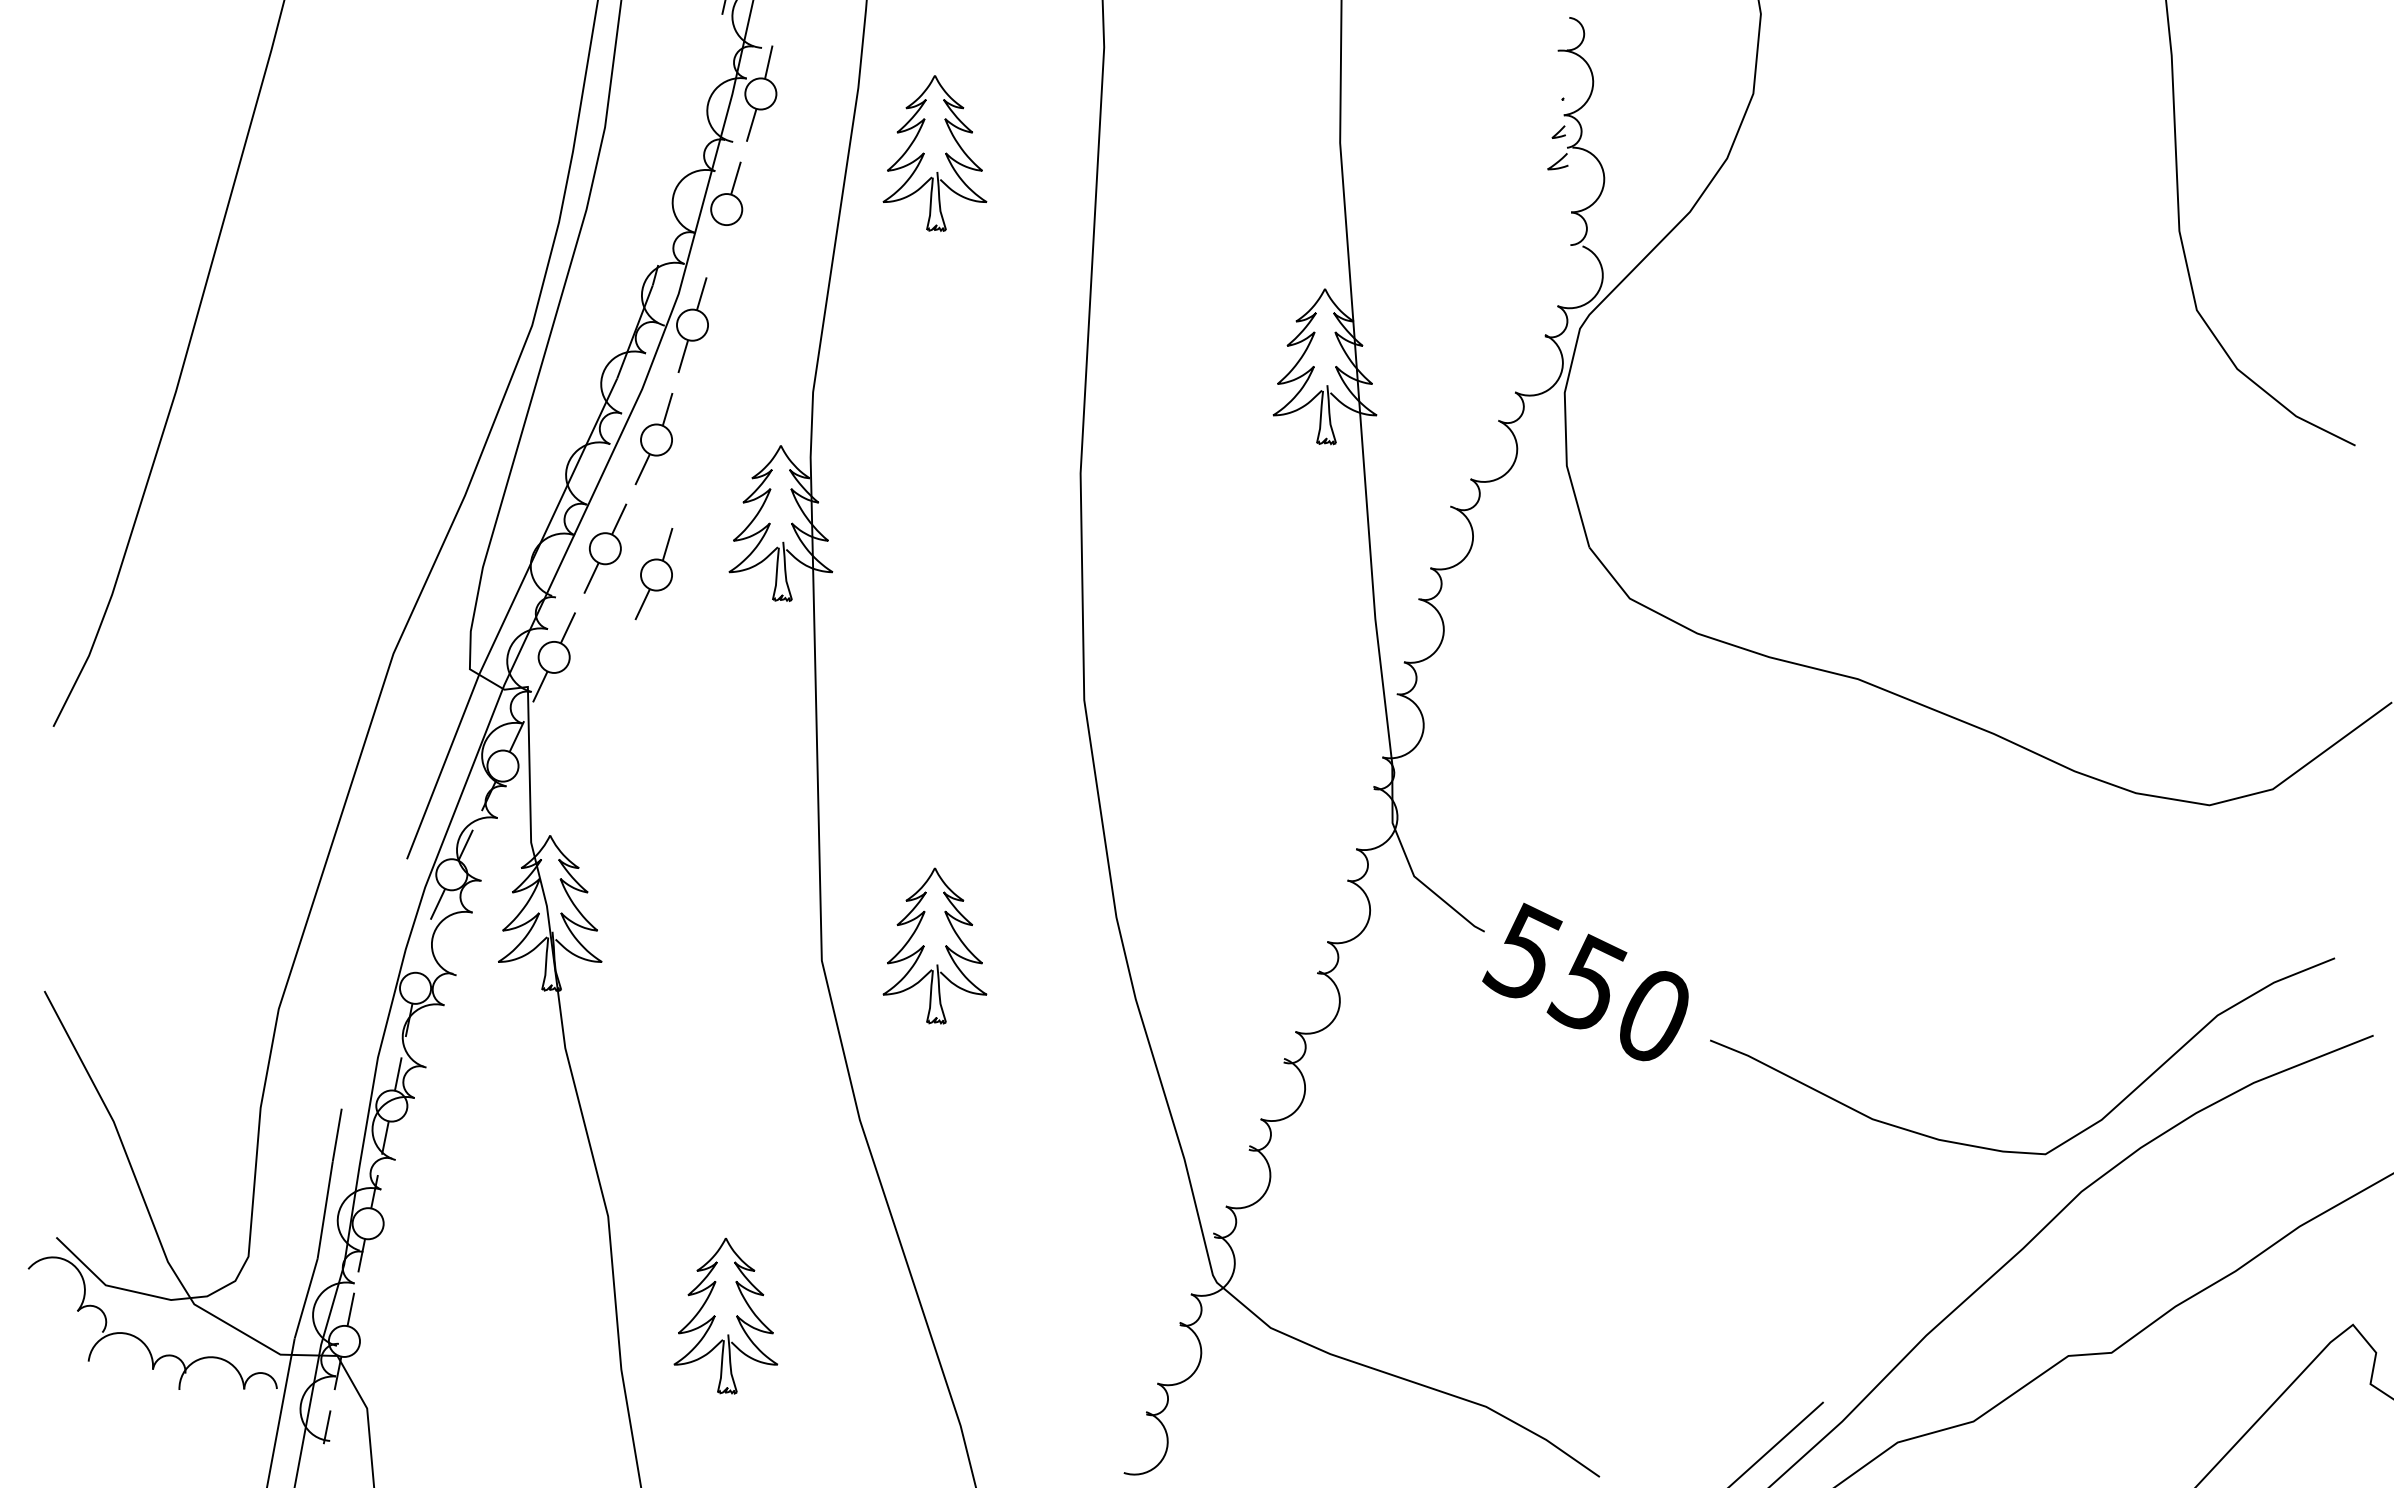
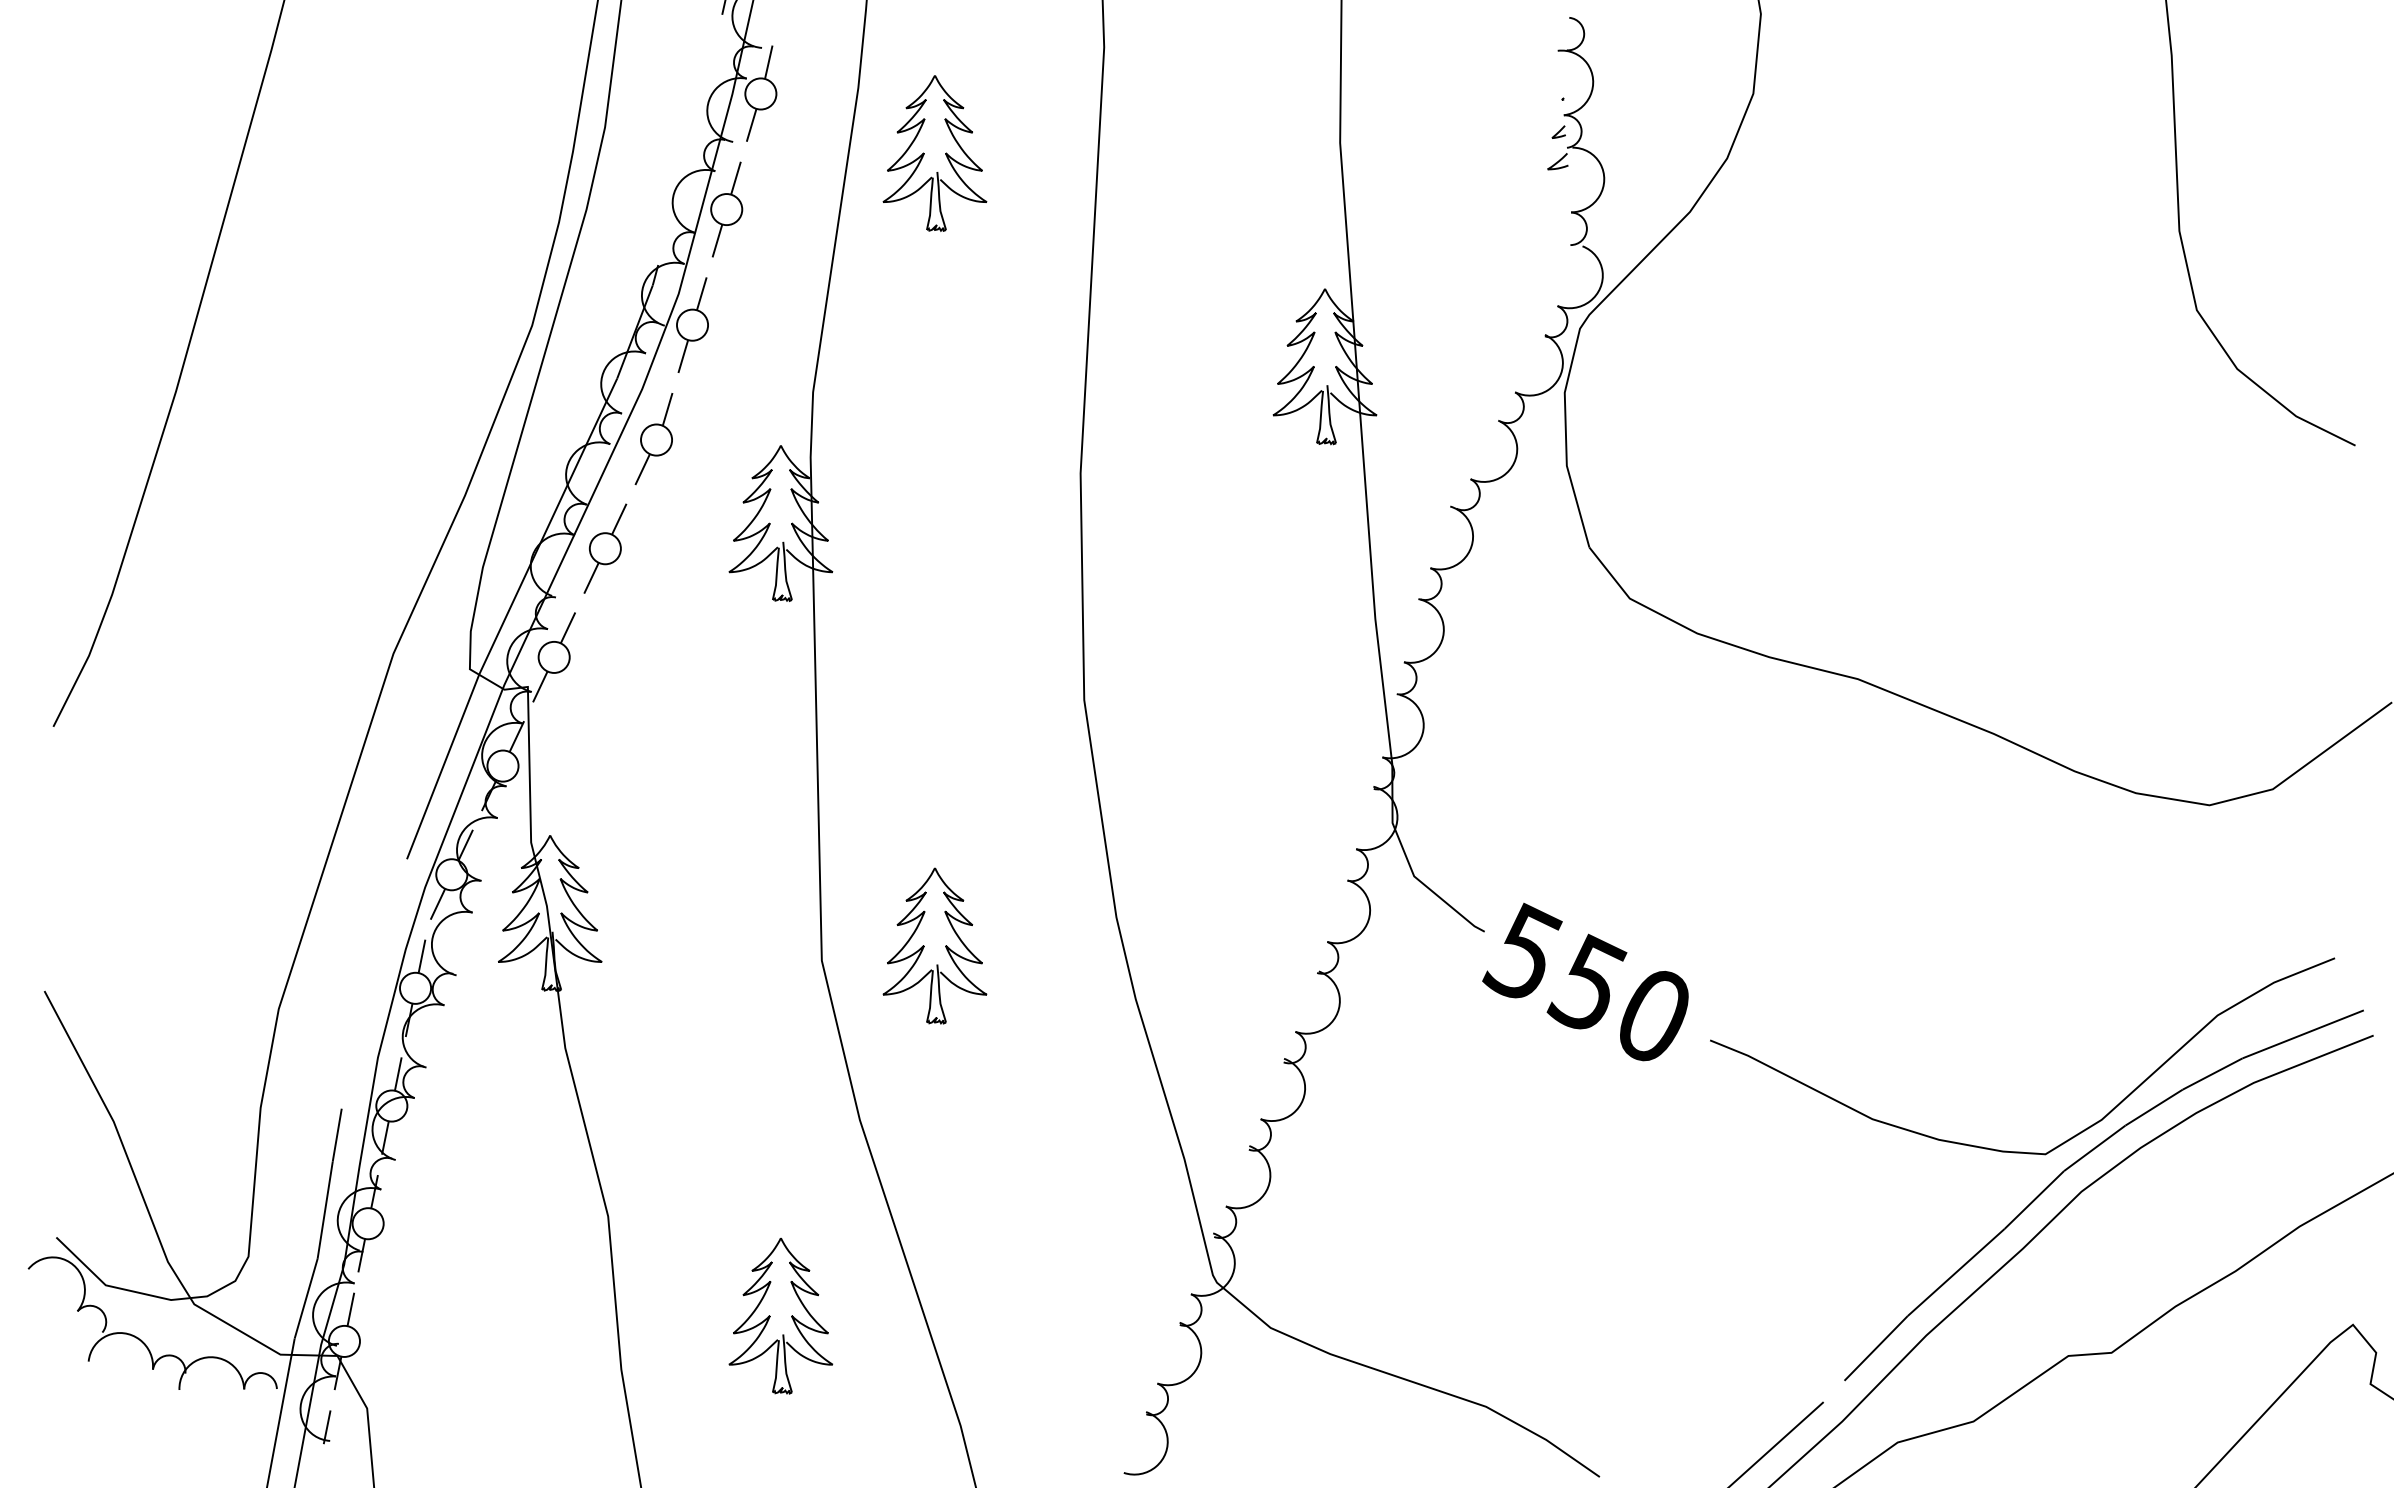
line at (717, 240): none -> present
part at (653, 574): present -> none
line at (421, 956): none -> present
curve at (2076, 1163): none -> present
part at (715, 1316) position: (715, 1316) -> (770, 1316)
